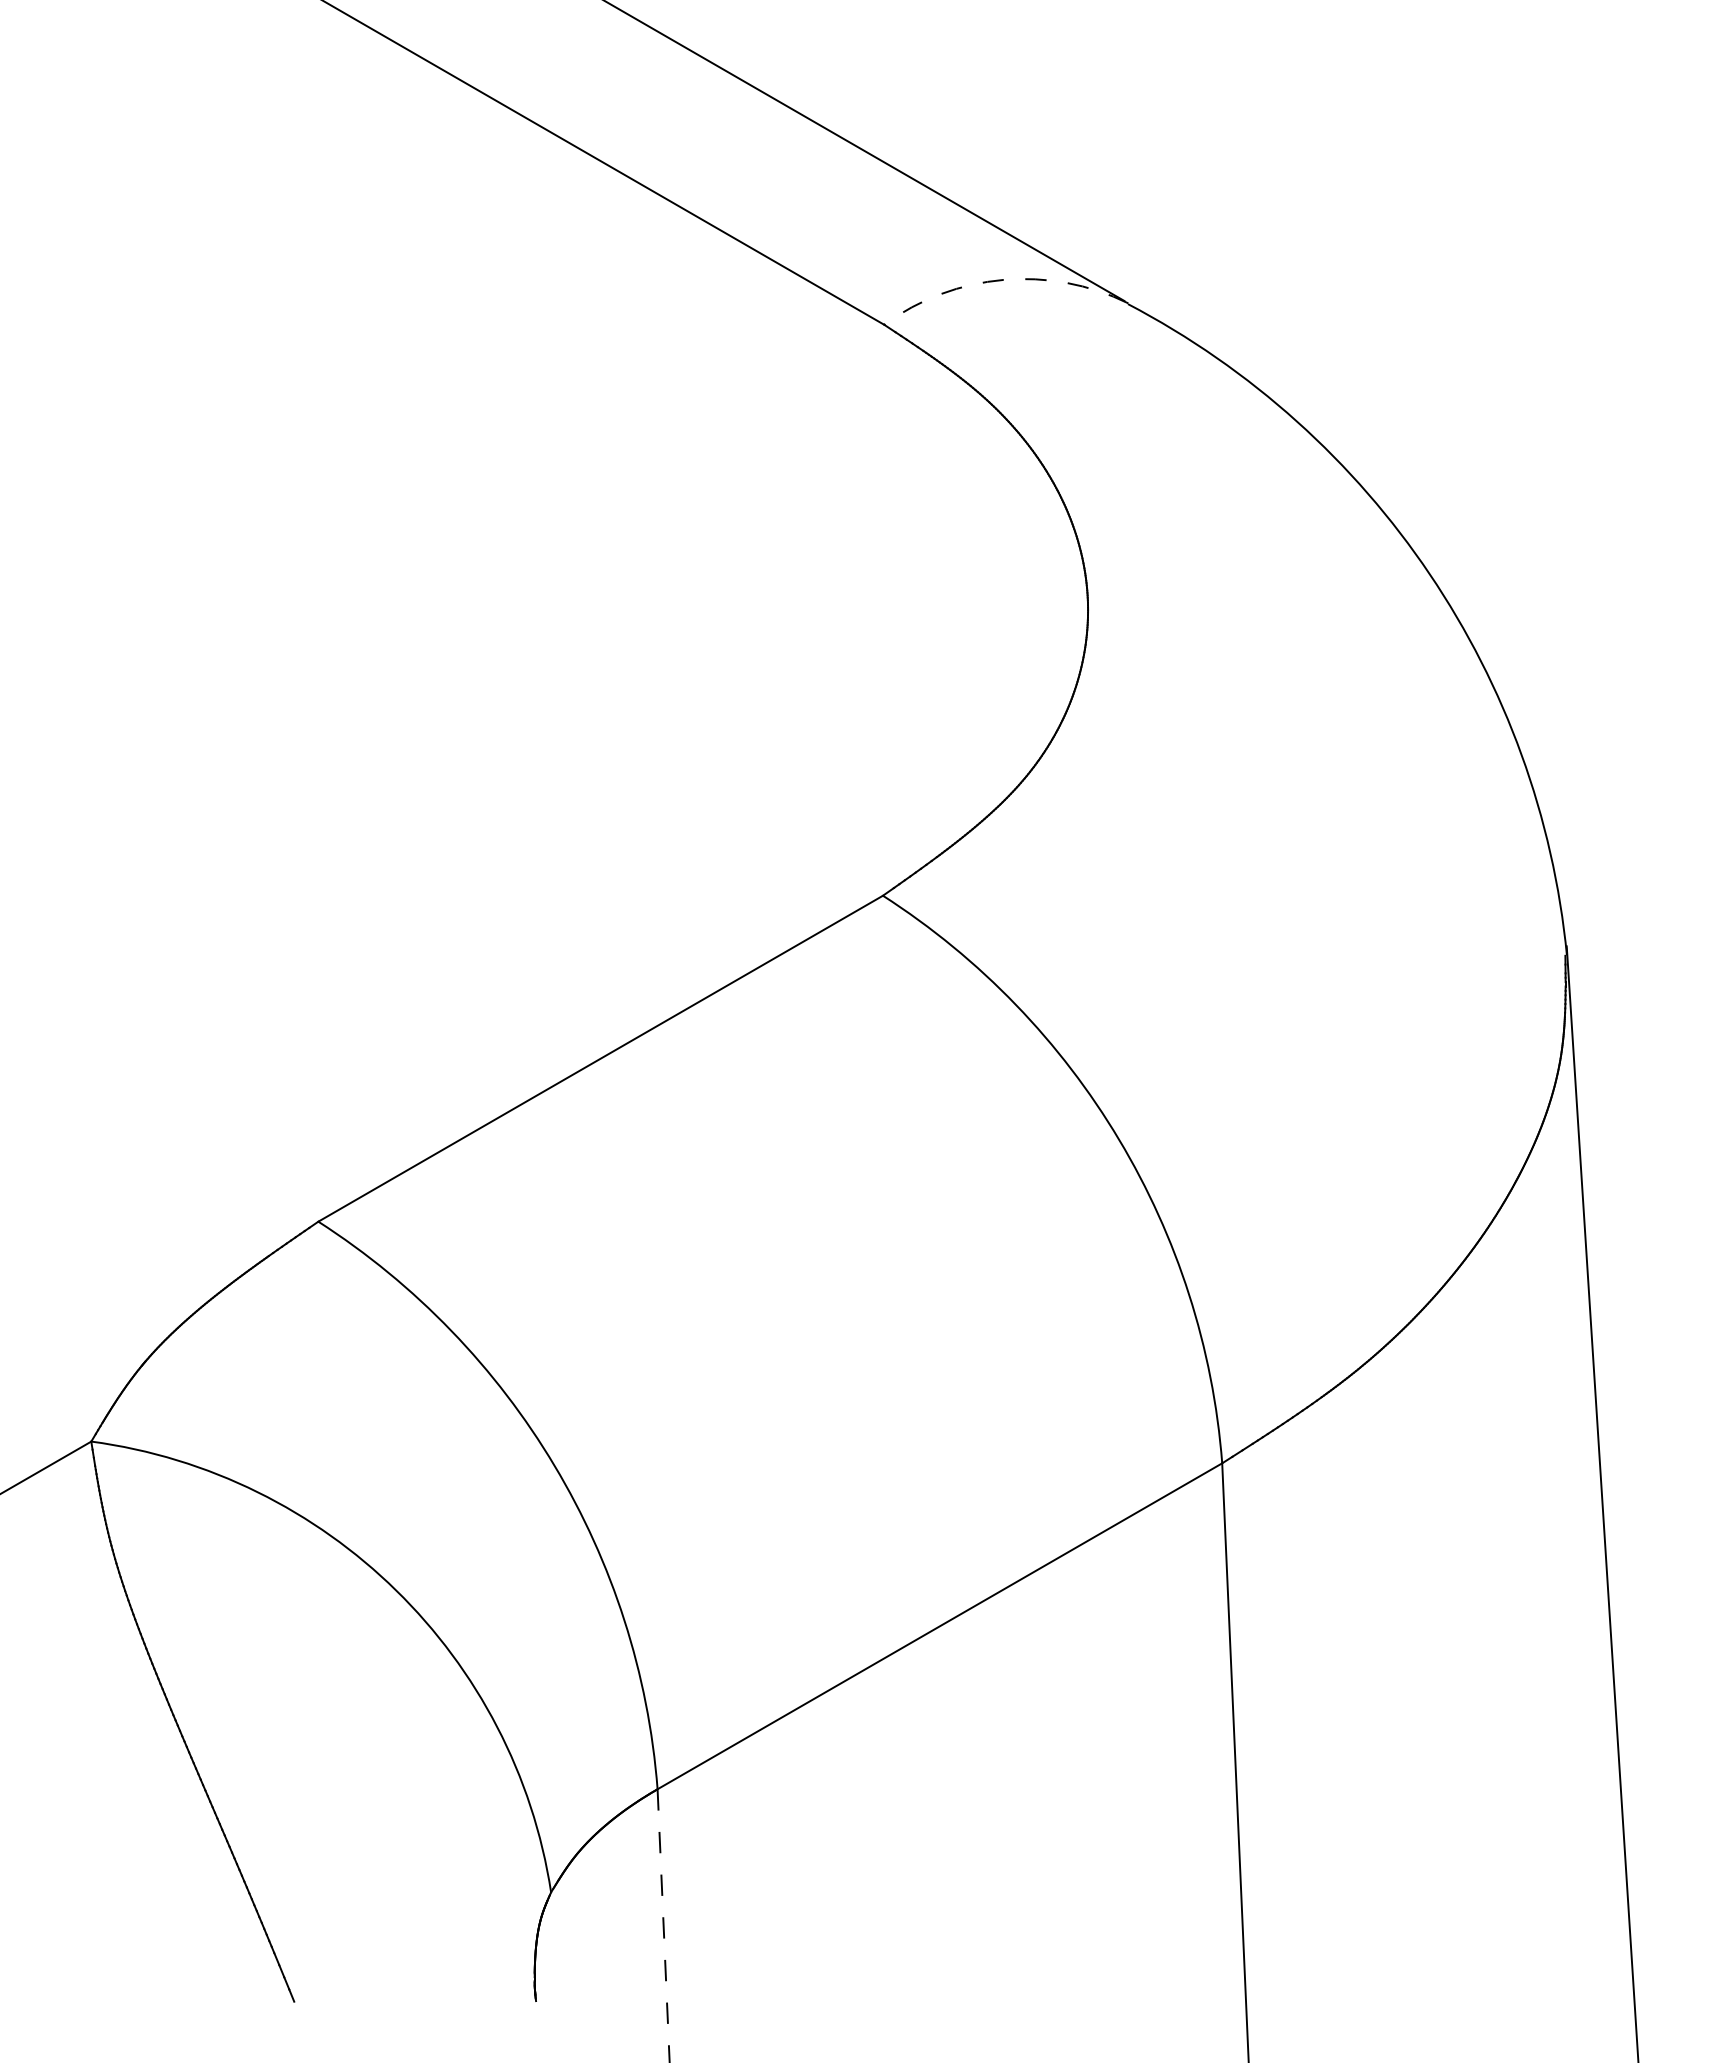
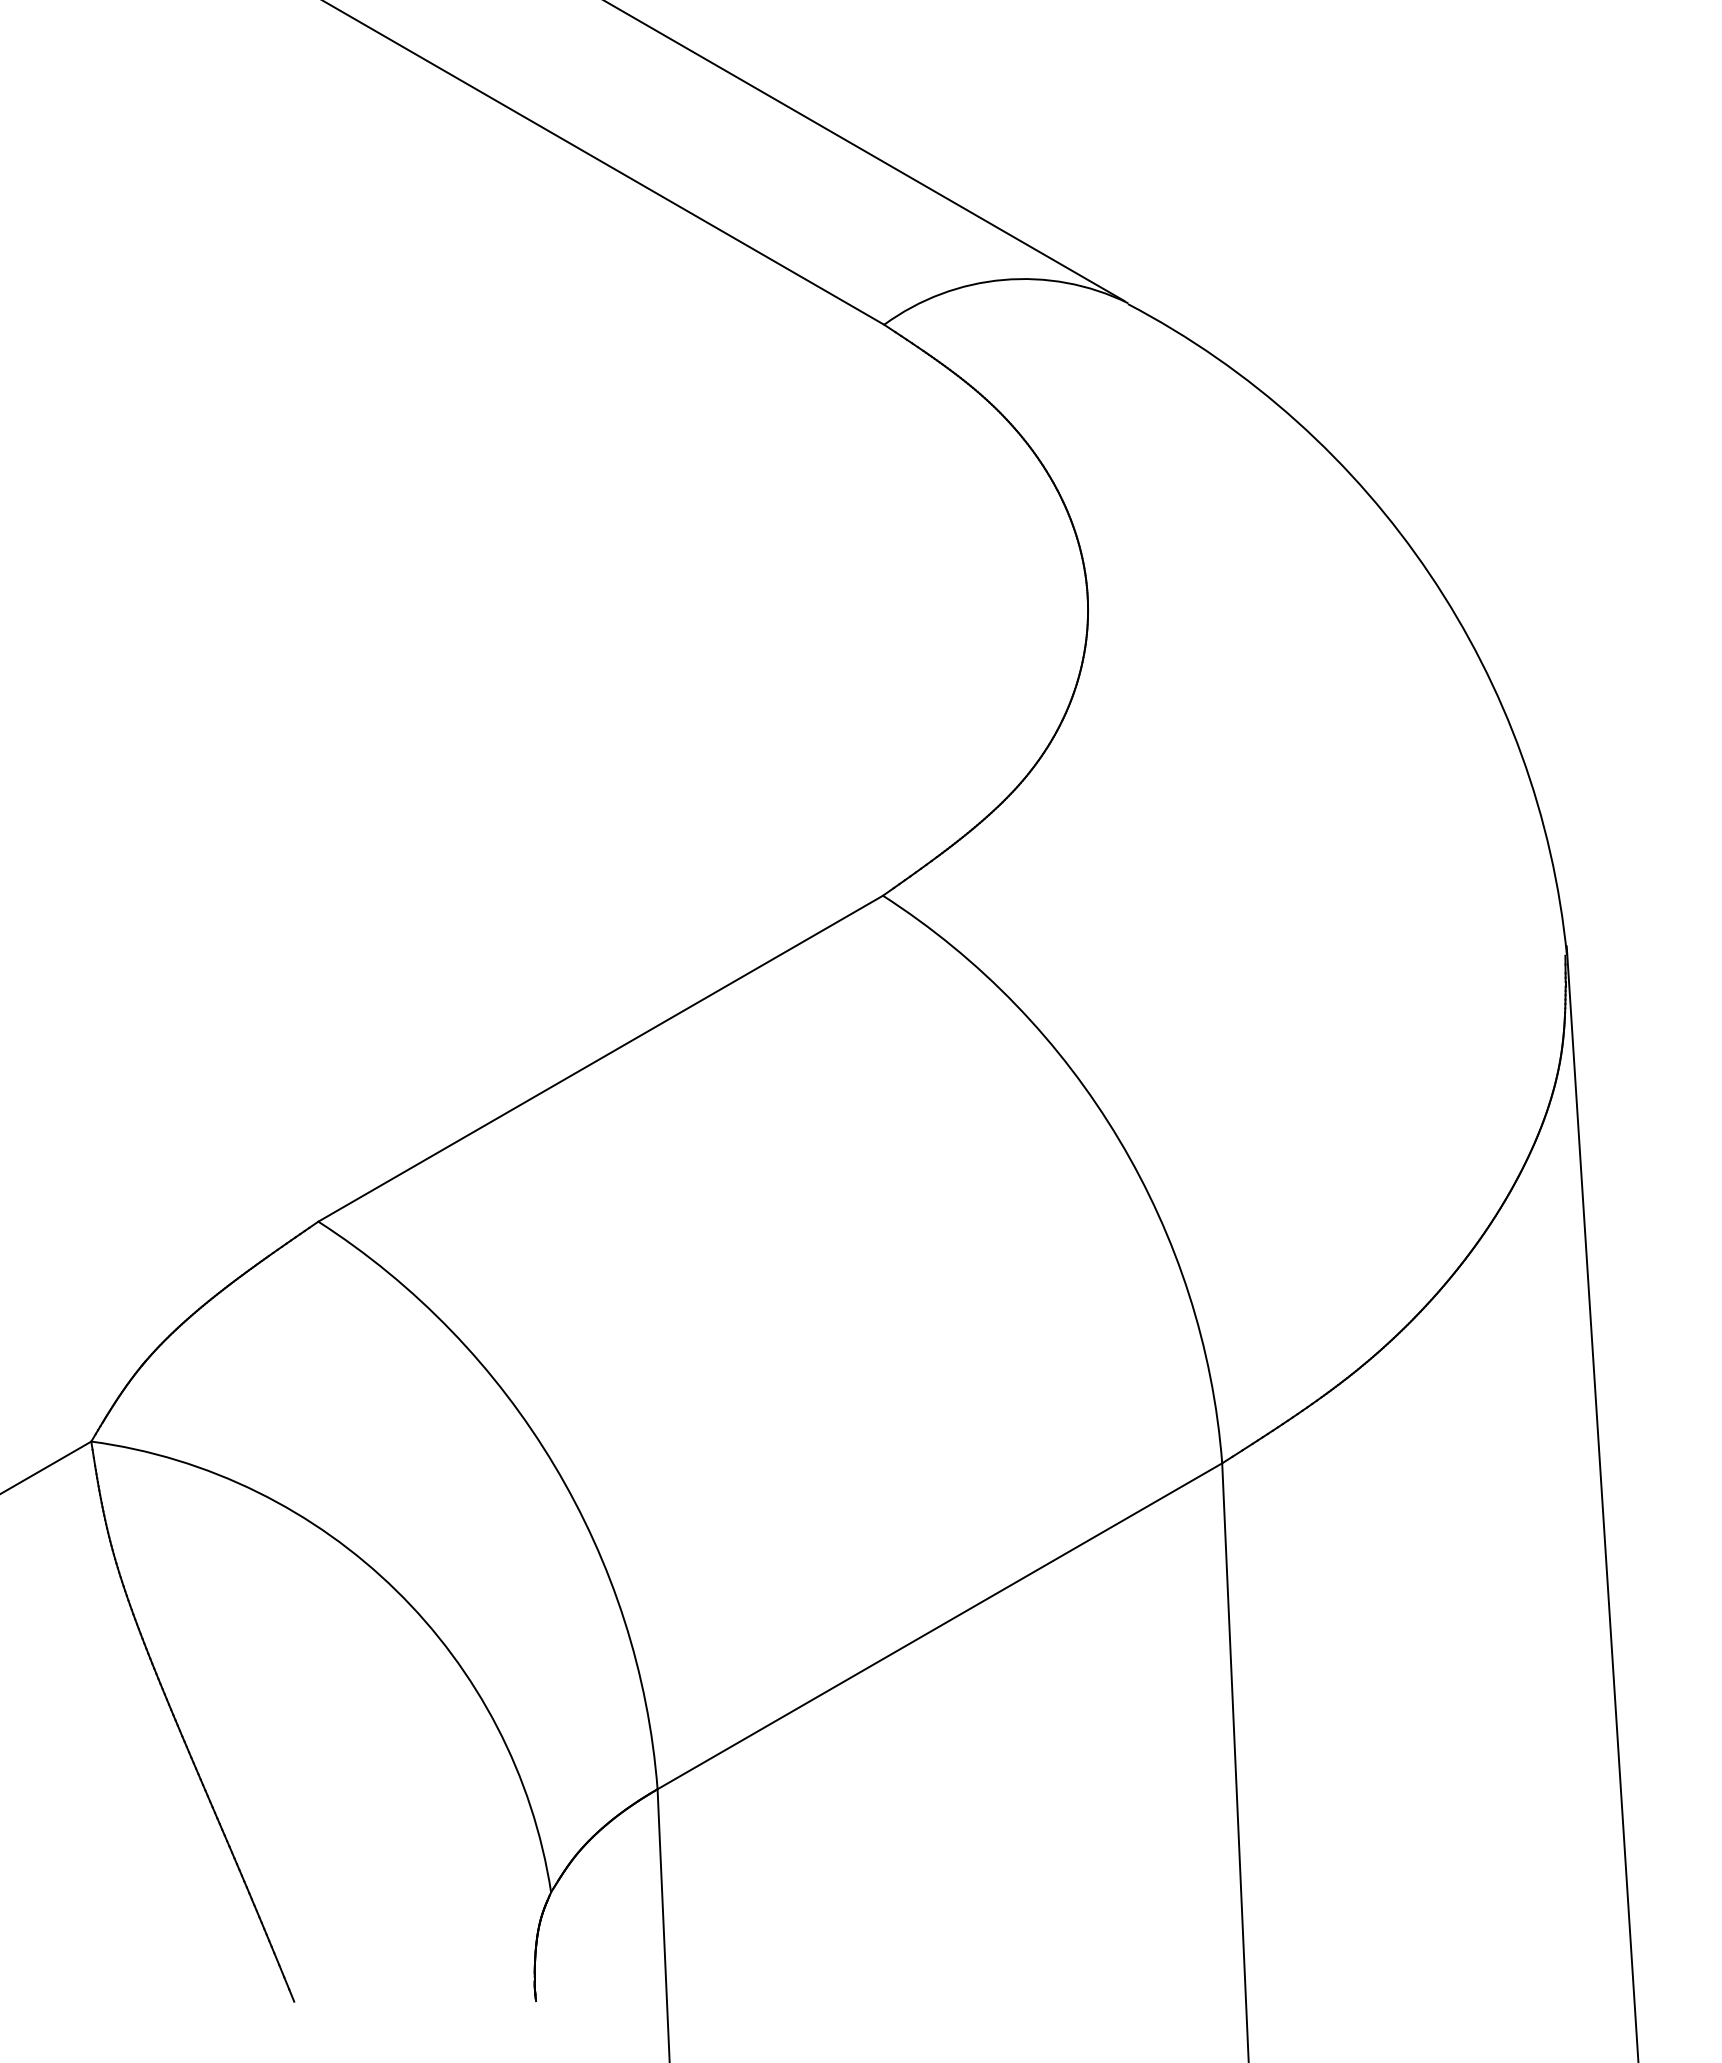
arc at (1003, 279): dashed -> solid
line at (663, 1926): dashed -> solid
